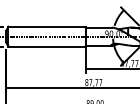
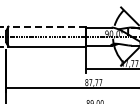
line at (47, 26): solid -> dashed
